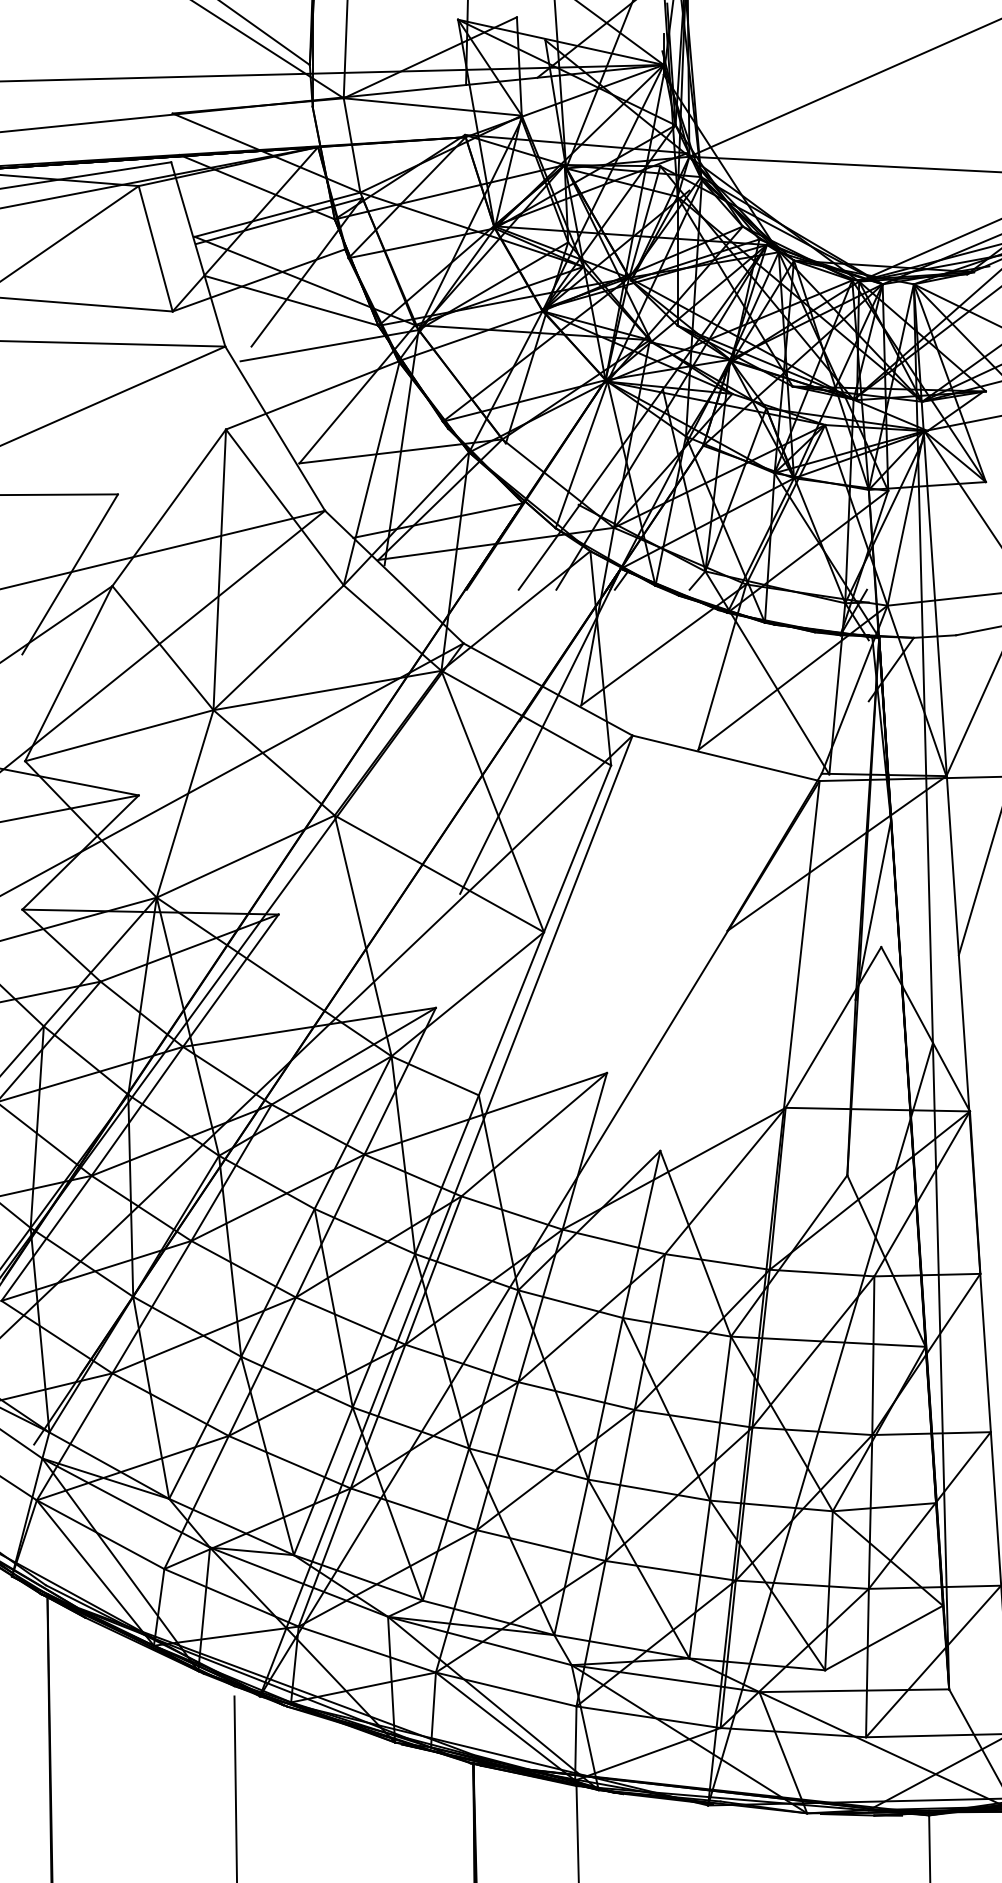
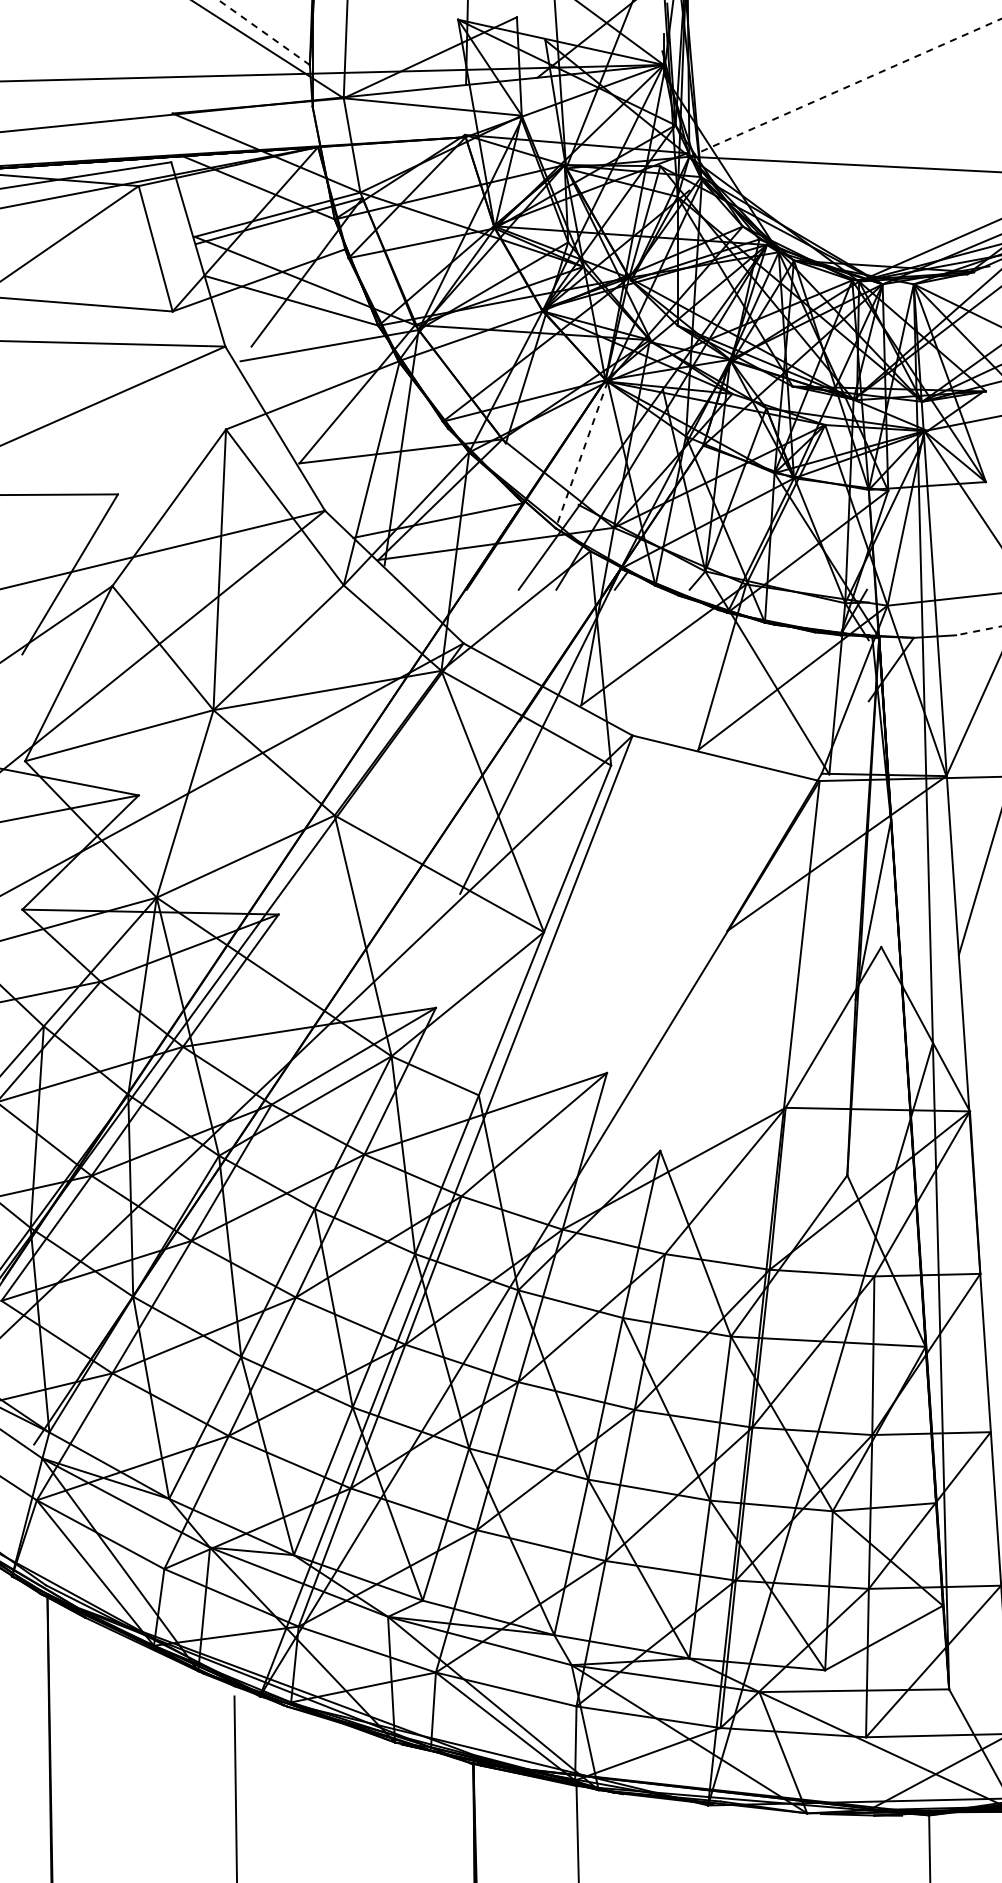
line at (264, 32): solid -> dashed
line at (845, 87): solid -> dashed
line at (581, 454): solid -> dashed
line at (978, 630): solid -> dashed
